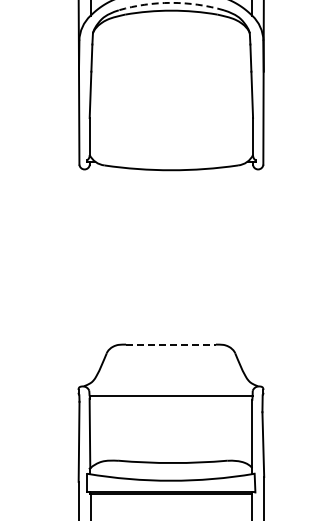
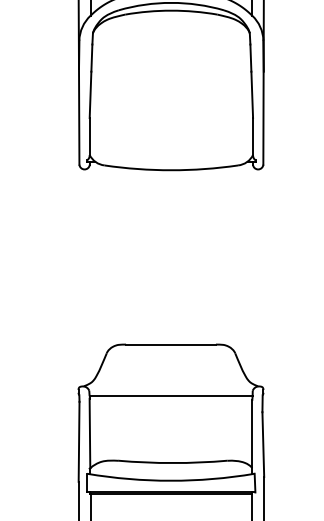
arc at (171, 2): dashed -> solid
line at (171, 344): dashed -> solid
